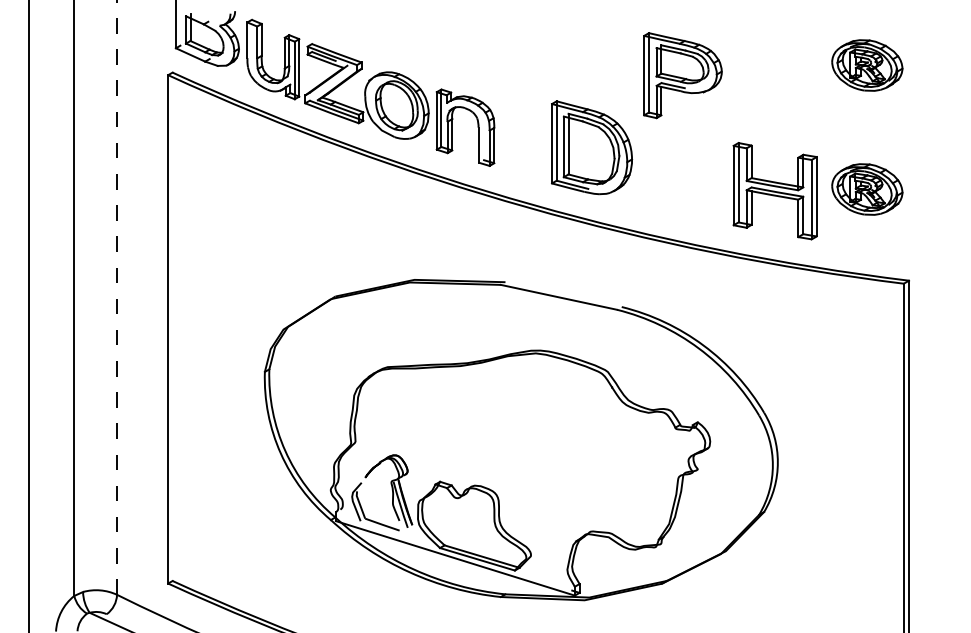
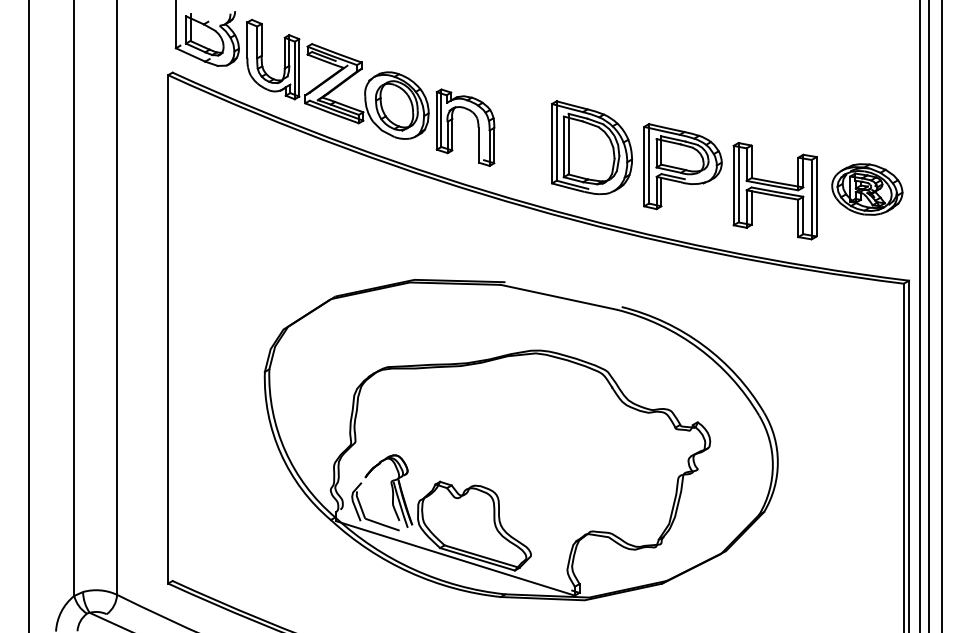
part at (867, 65): present -> none
part at (682, 75) position: (682, 75) -> (682, 166)
line at (117, 297): dashed -> solid
line at (919, 315): none -> present
line at (929, 315): none -> present
line at (941, 315): none -> present
